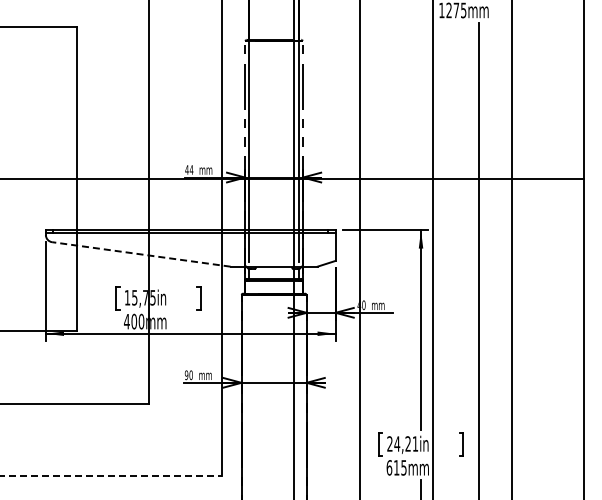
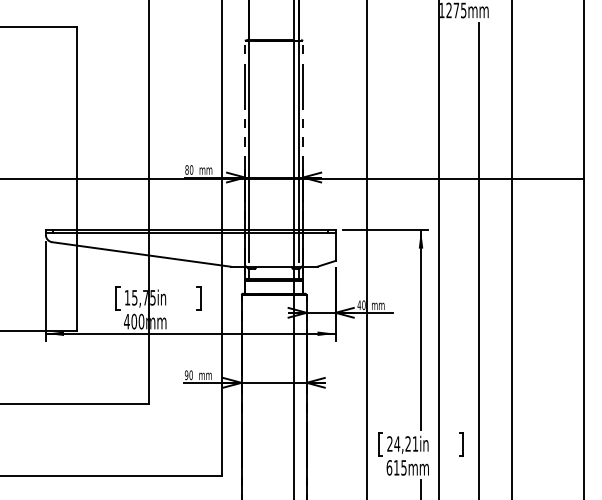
text at (189, 169): 44 -> 80
line at (359, 249) position: (359, 249) -> (366, 249)
line at (433, 249) position: (433, 249) -> (439, 249)
line at (140, 254): dashed -> solid
line at (111, 476): dashed -> solid
